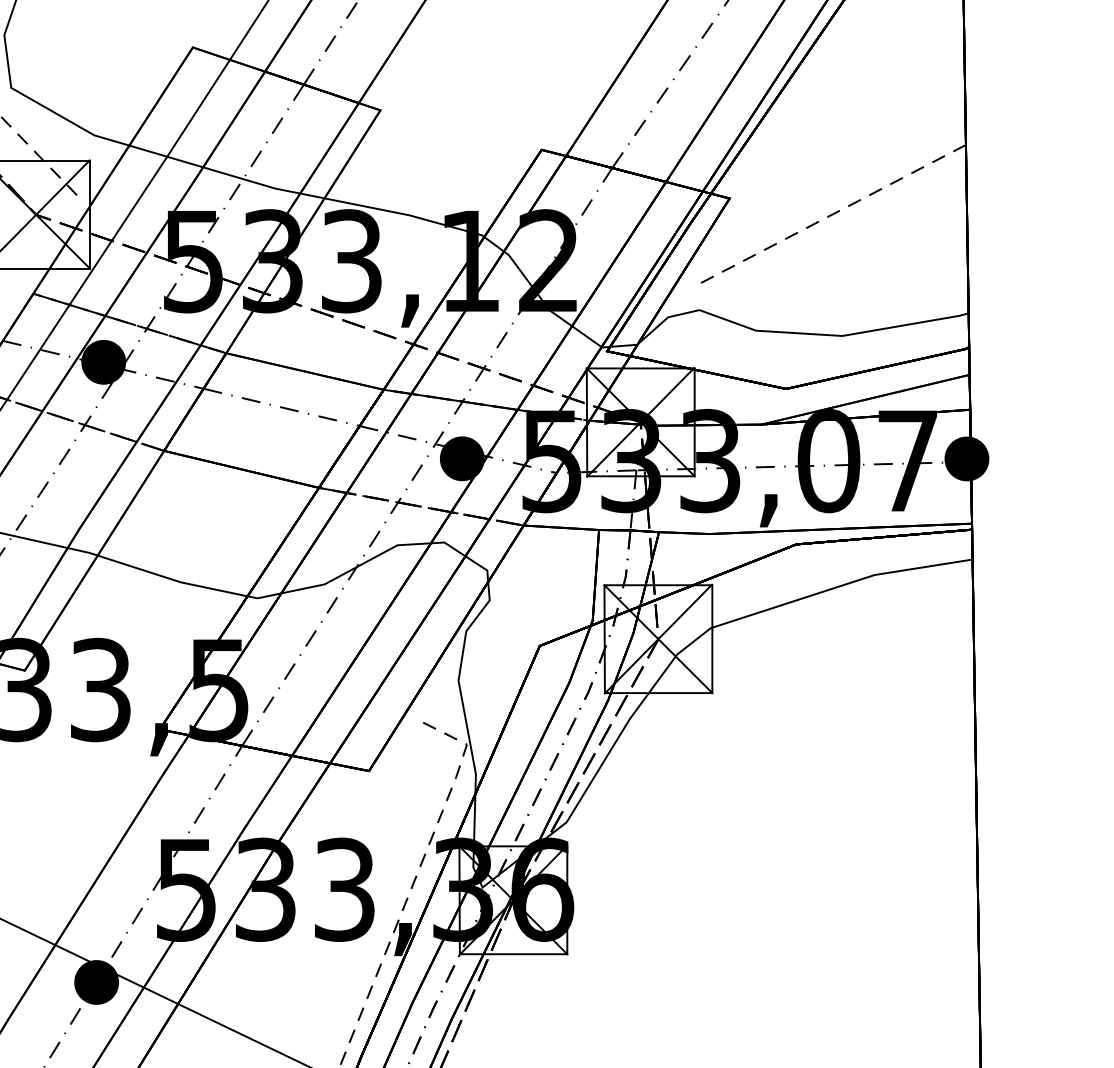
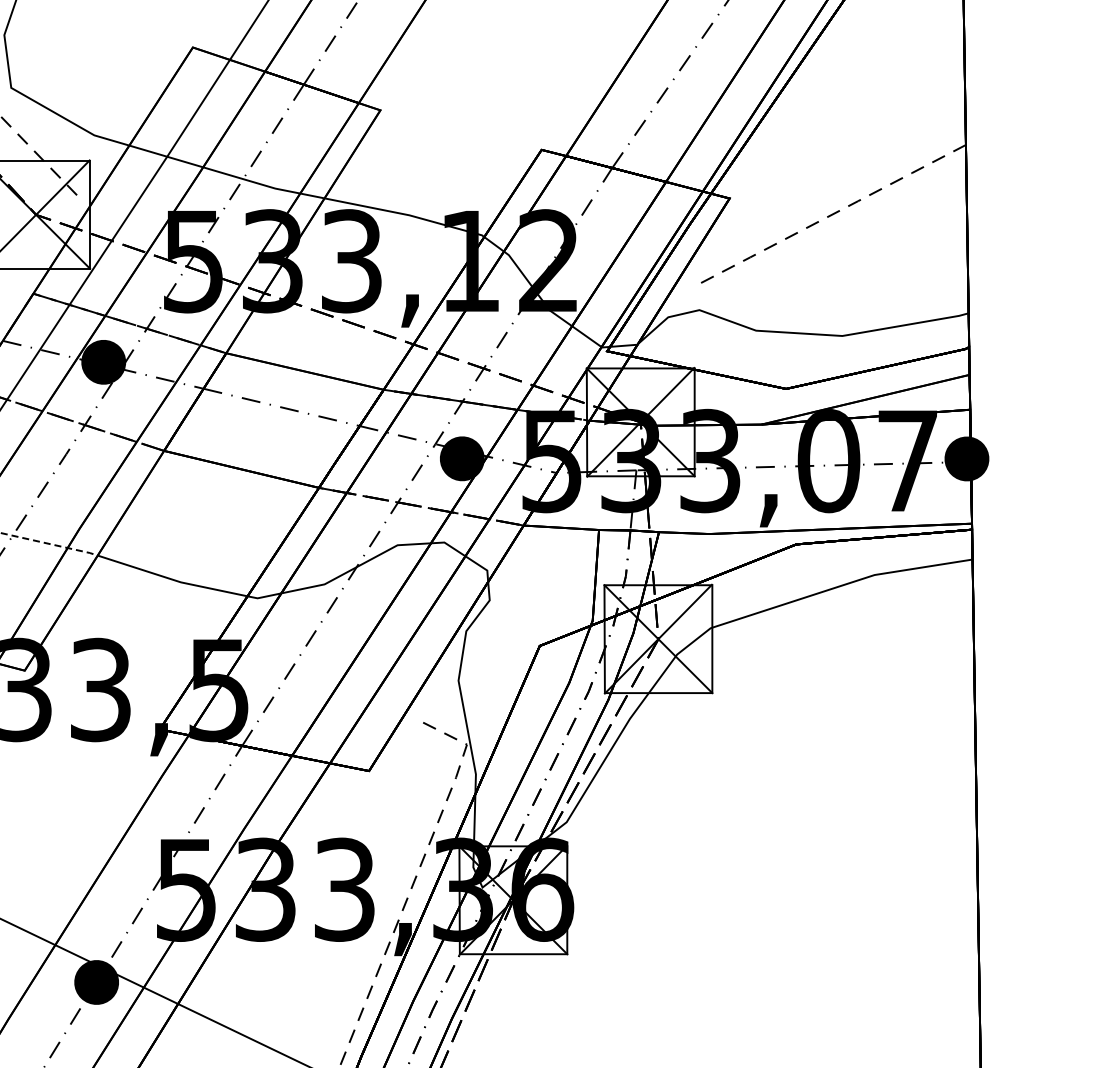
line at (50, 544): solid -> dashed
